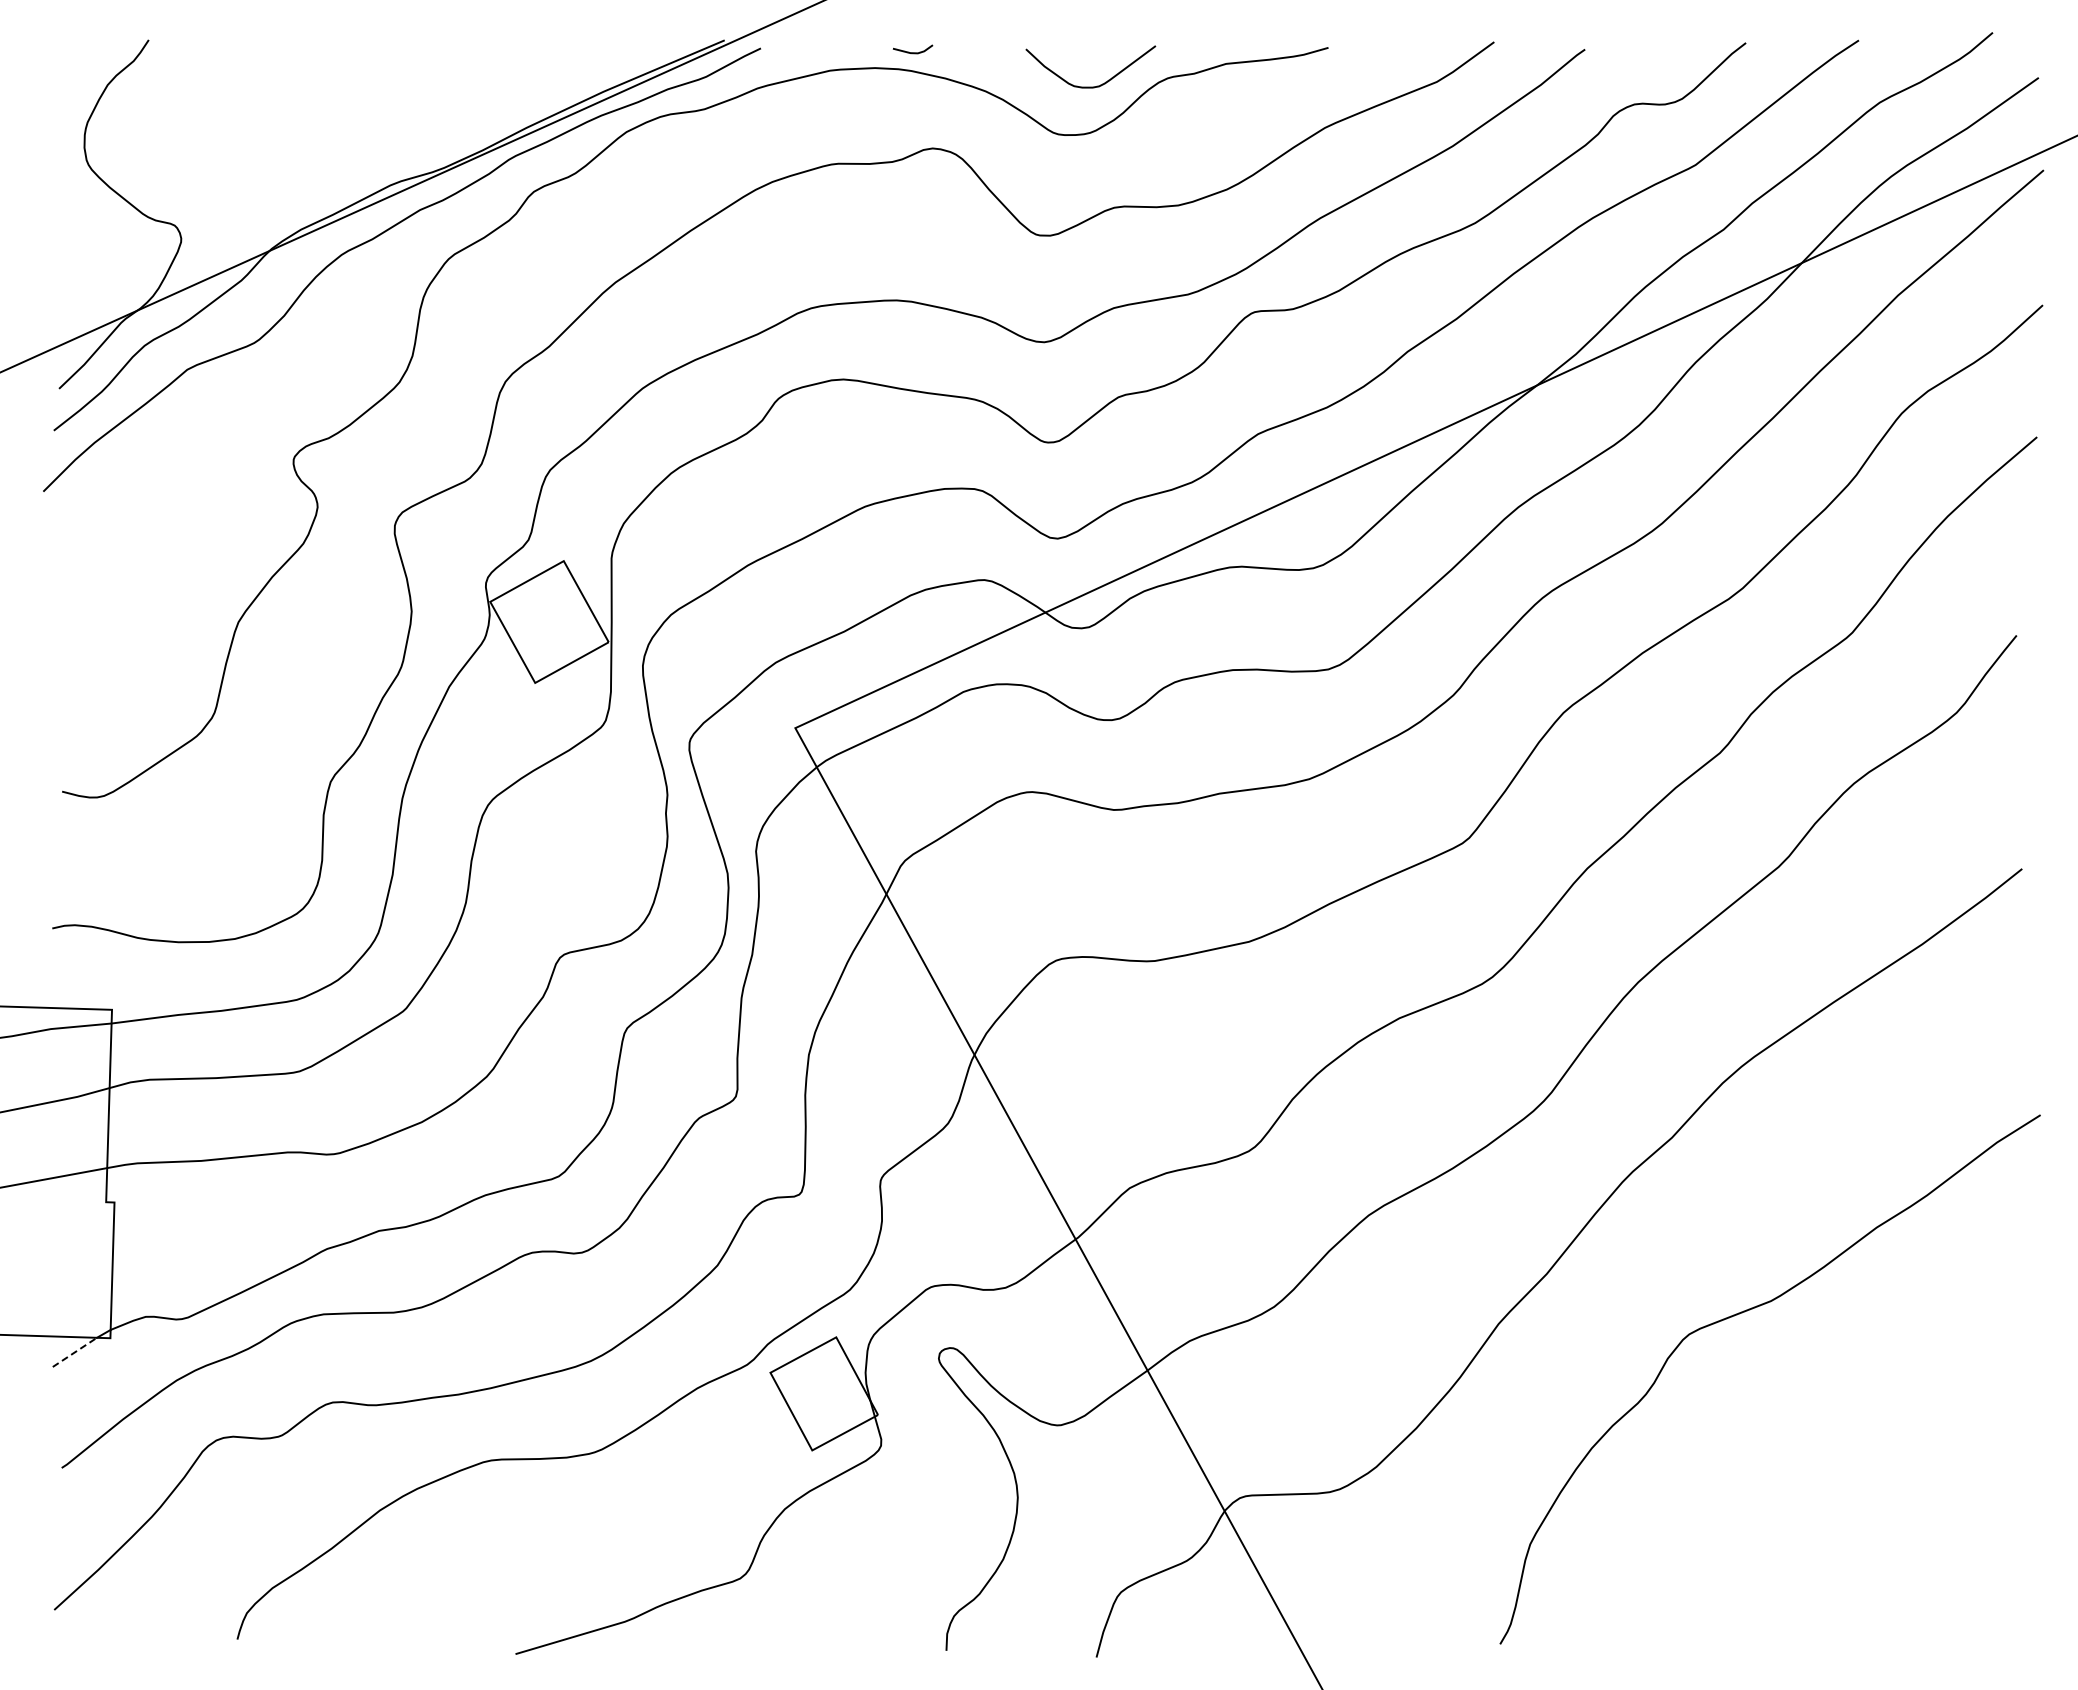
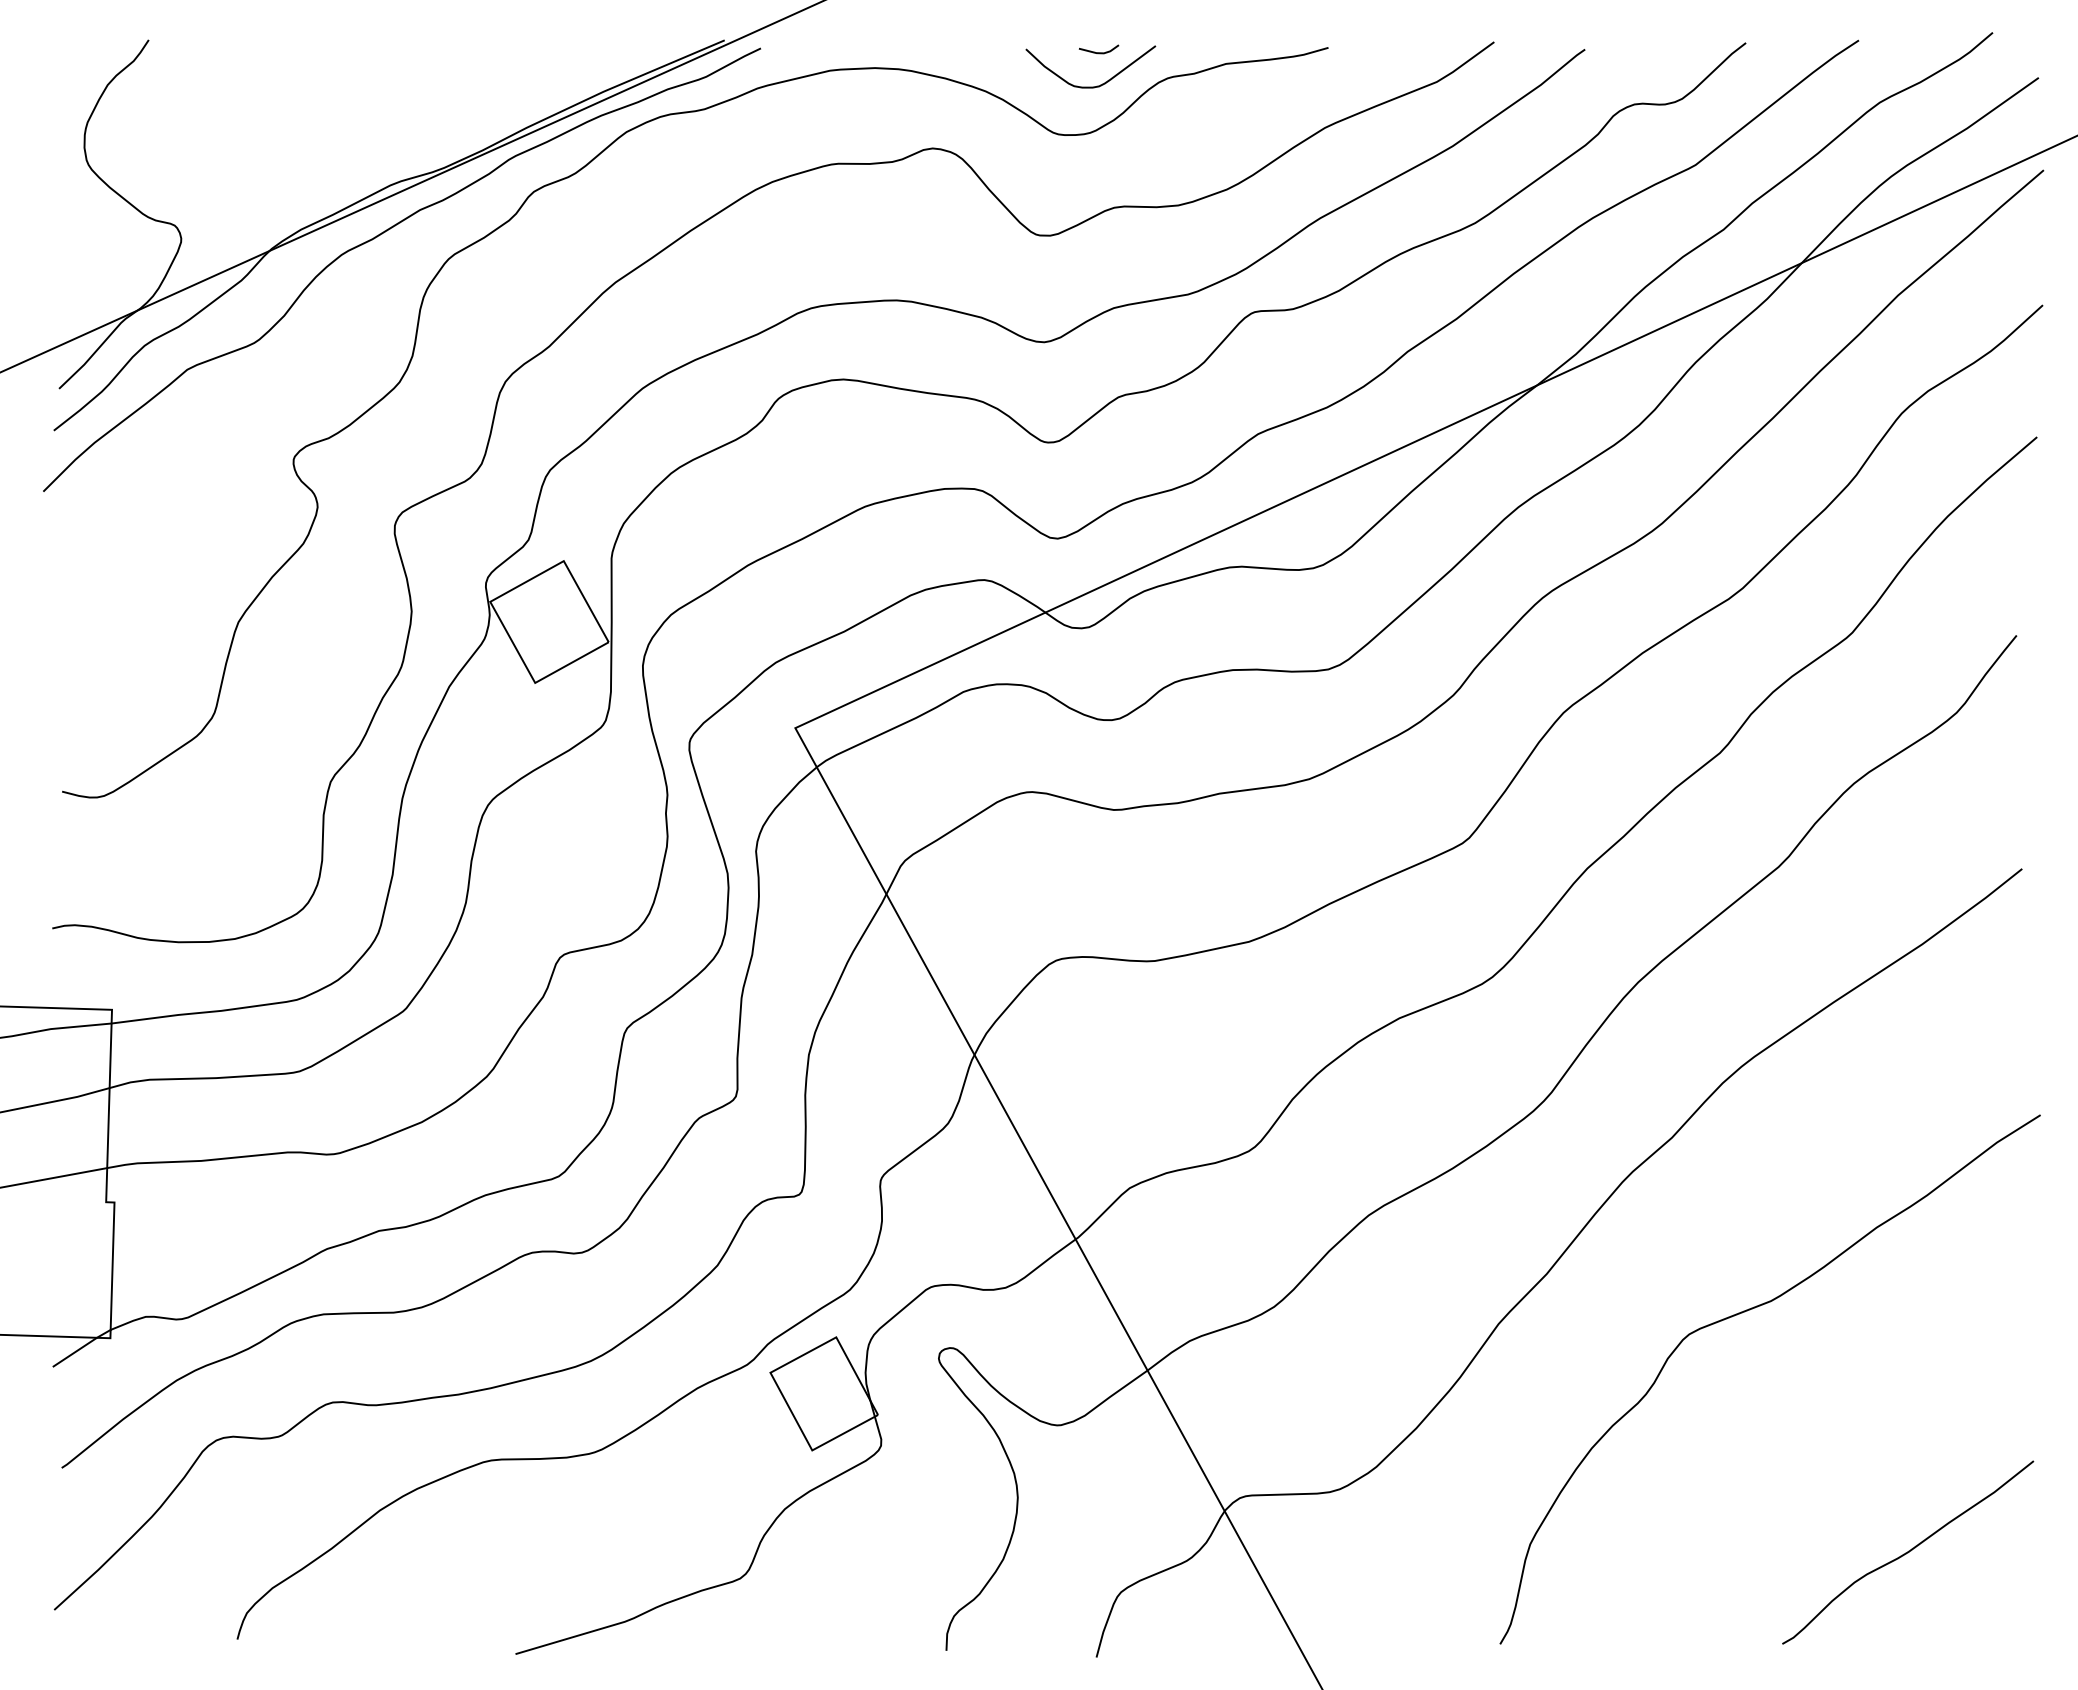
line at (912, 52) position: (912, 52) -> (1098, 52)
line at (75, 1352): dashed -> solid
curve at (1908, 1552): none -> present
